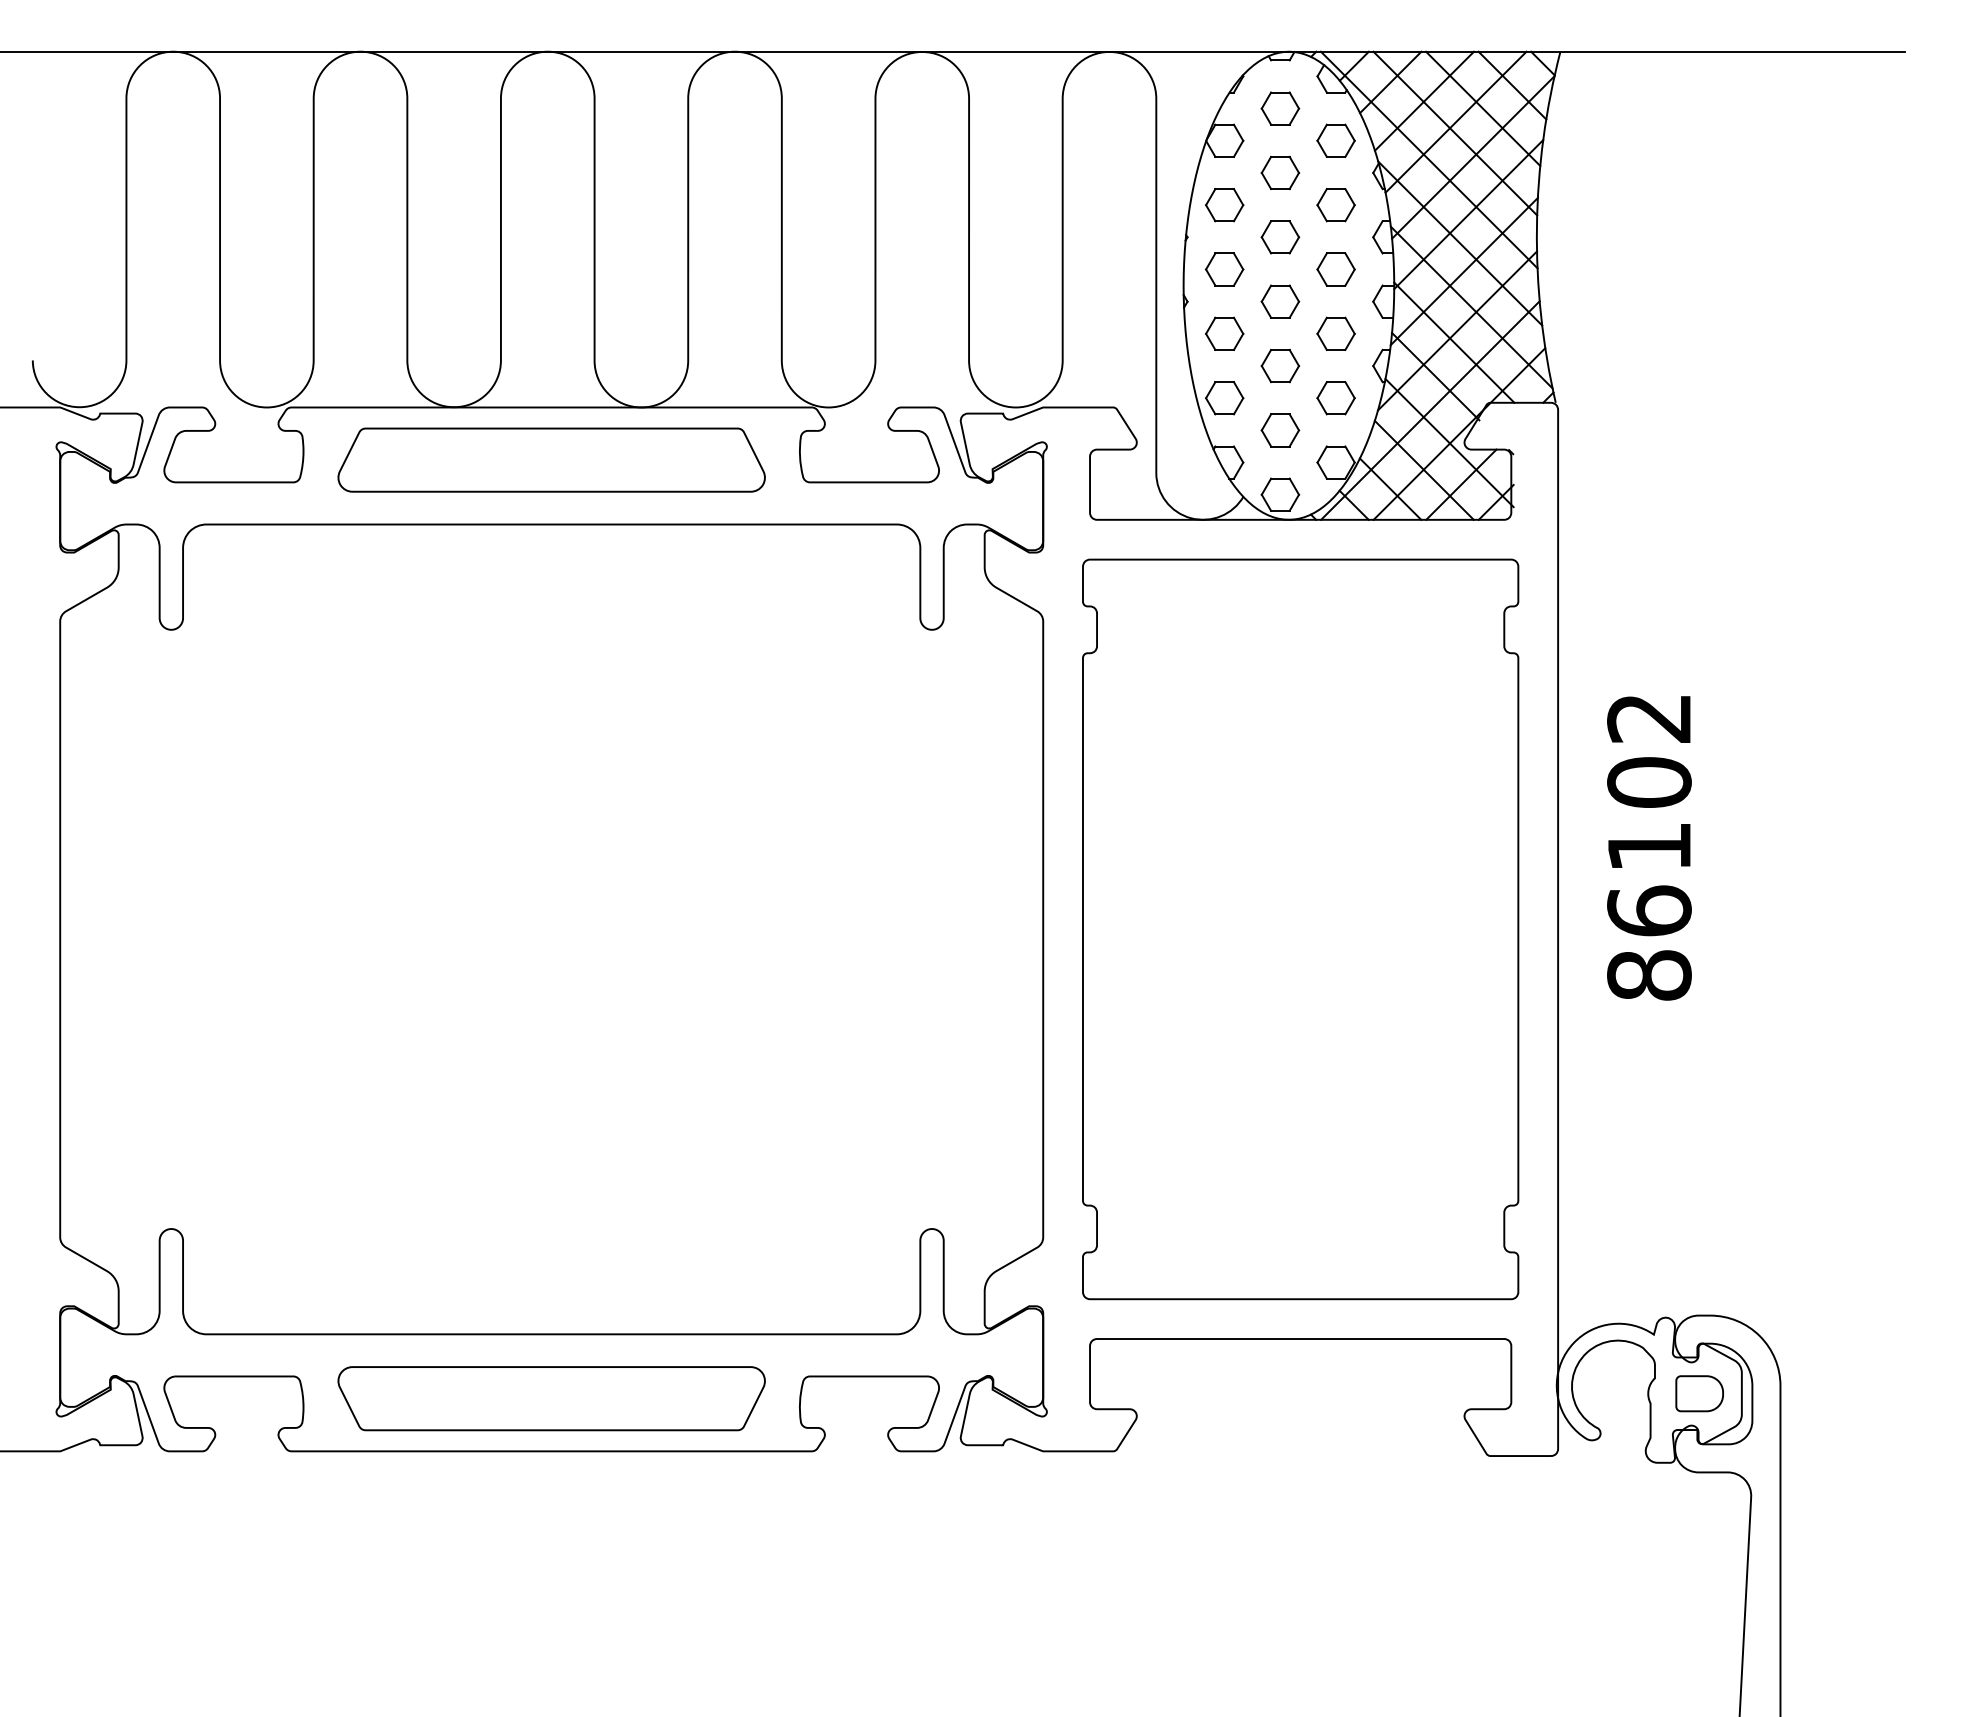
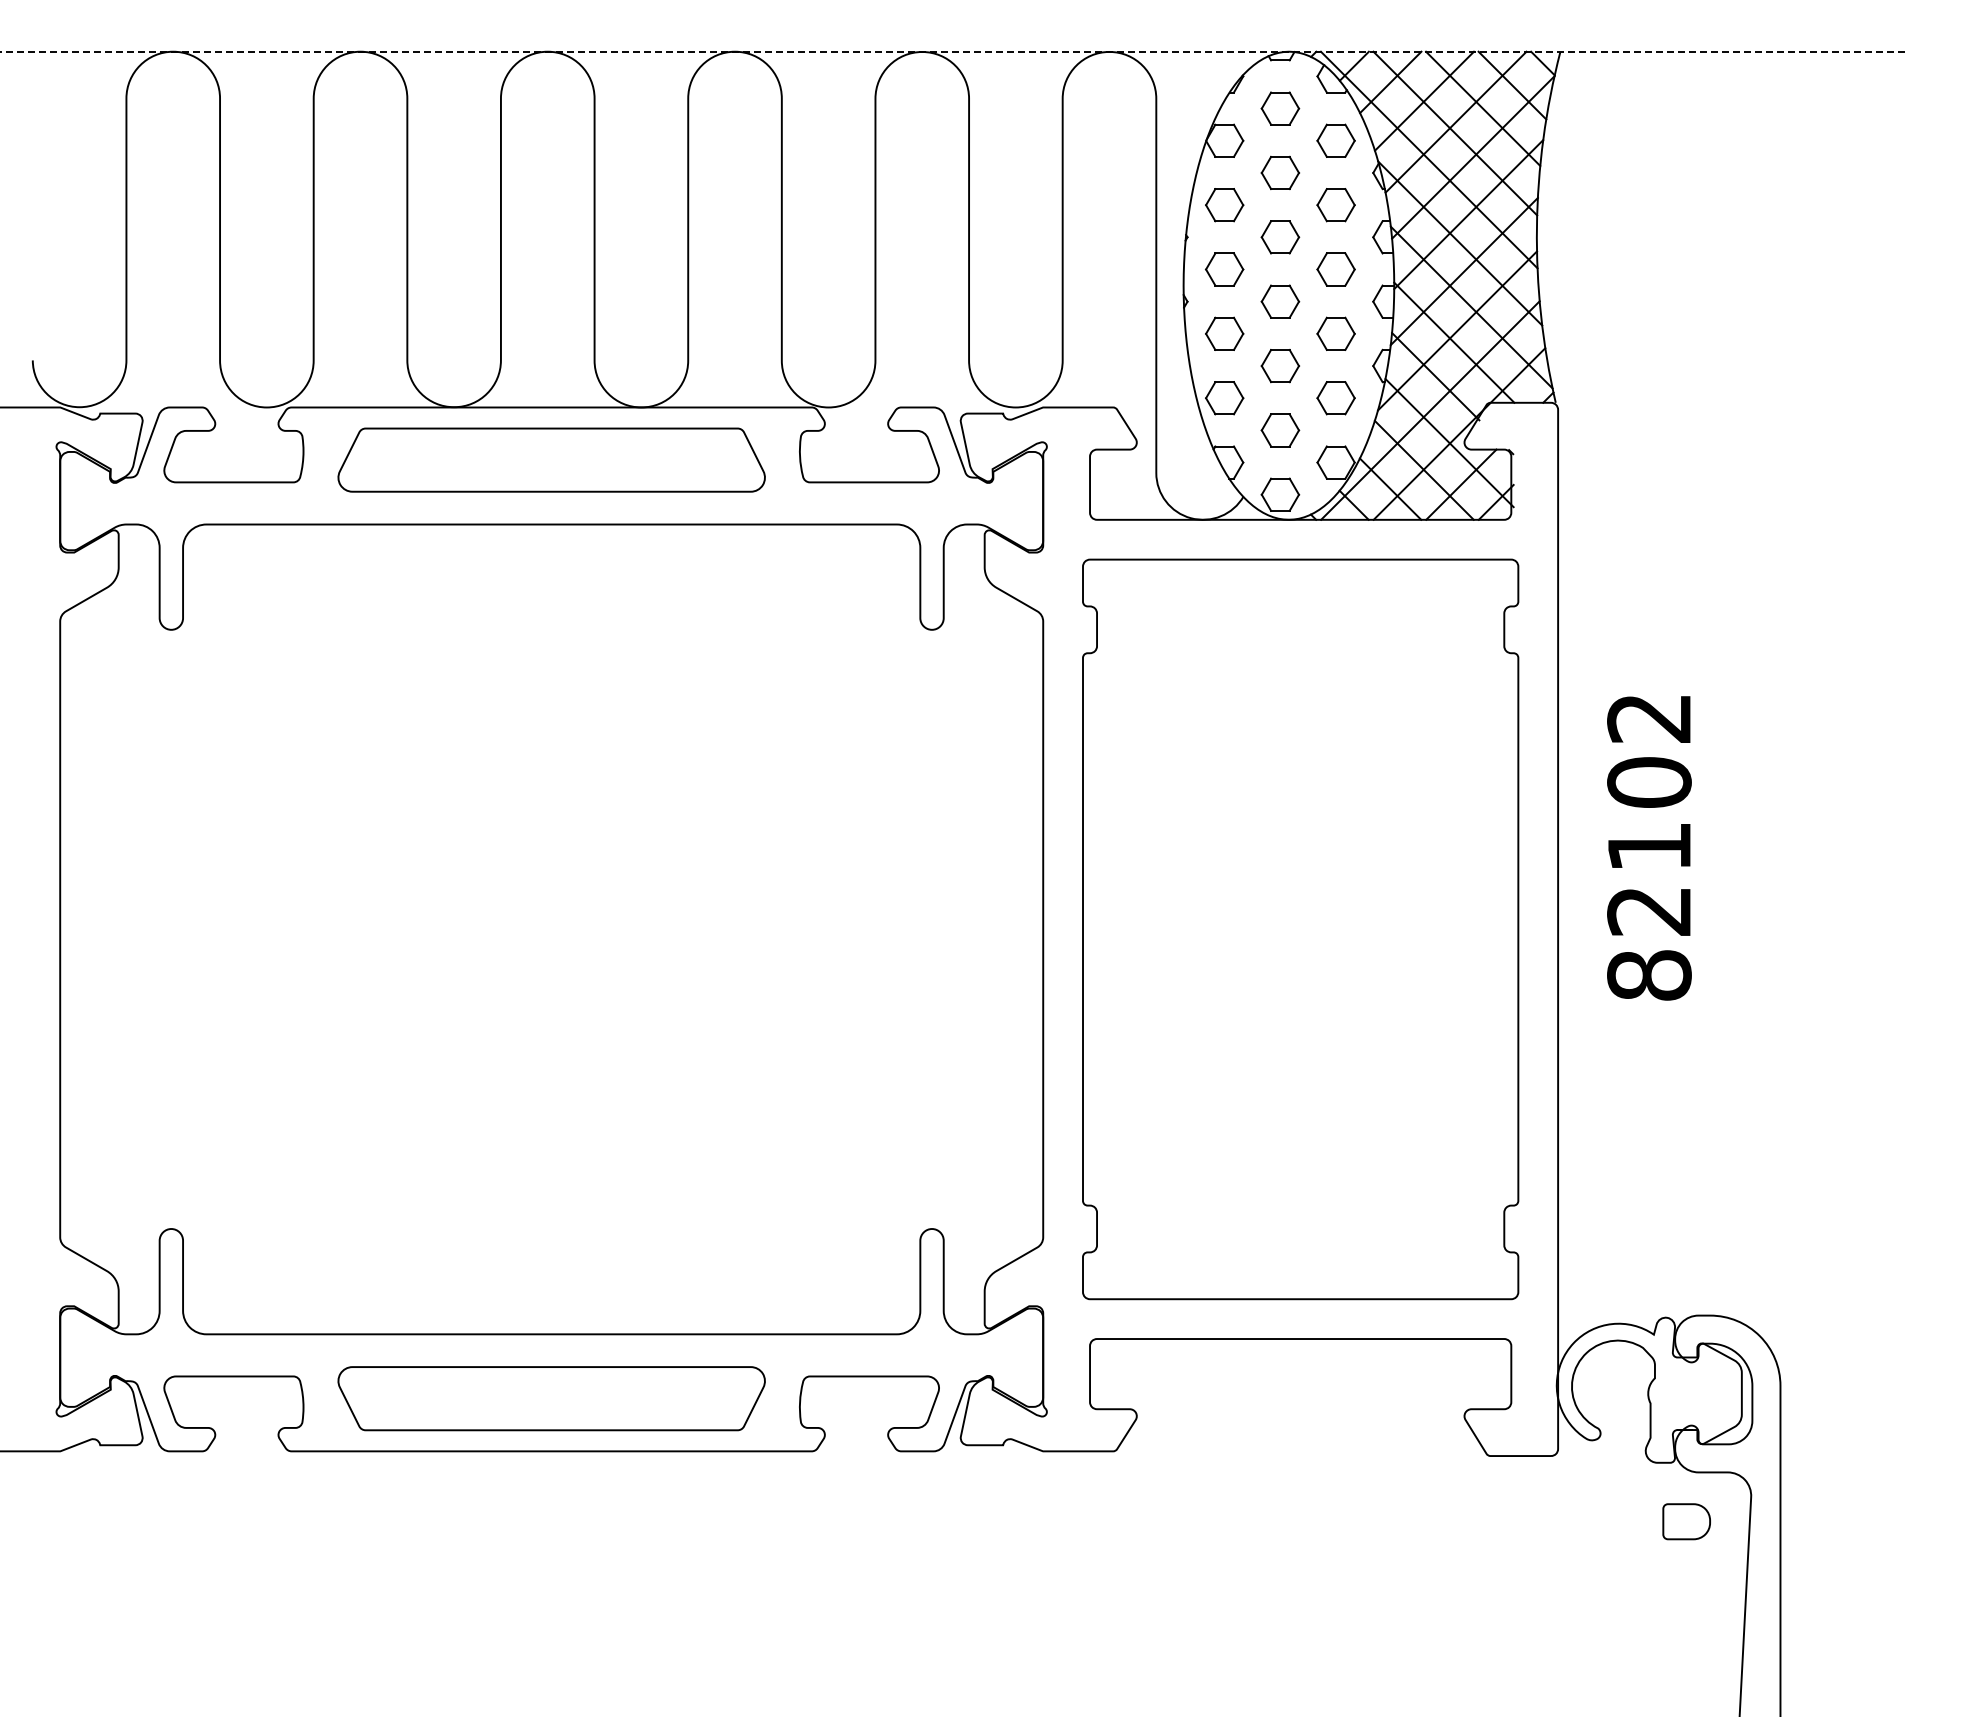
line at (952, 51): solid -> dashed
text at (1649, 910): 86102 -> 82102
part at (1699, 1393) position: (1699, 1393) -> (1686, 1521)
